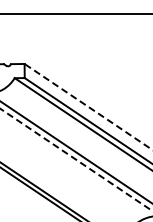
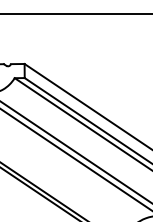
line at (88, 106): dashed -> solid
line at (76, 159): dashed -> solid
